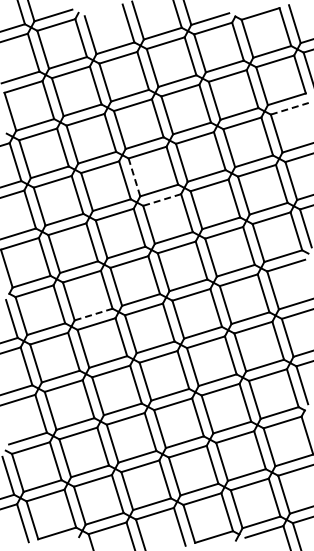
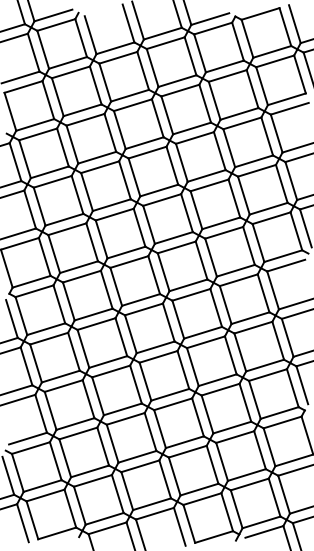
line at (289, 108): dashed -> solid
line at (134, 177): dashed -> solid
line at (162, 200): dashed -> solid
line at (93, 314): dashed -> solid
